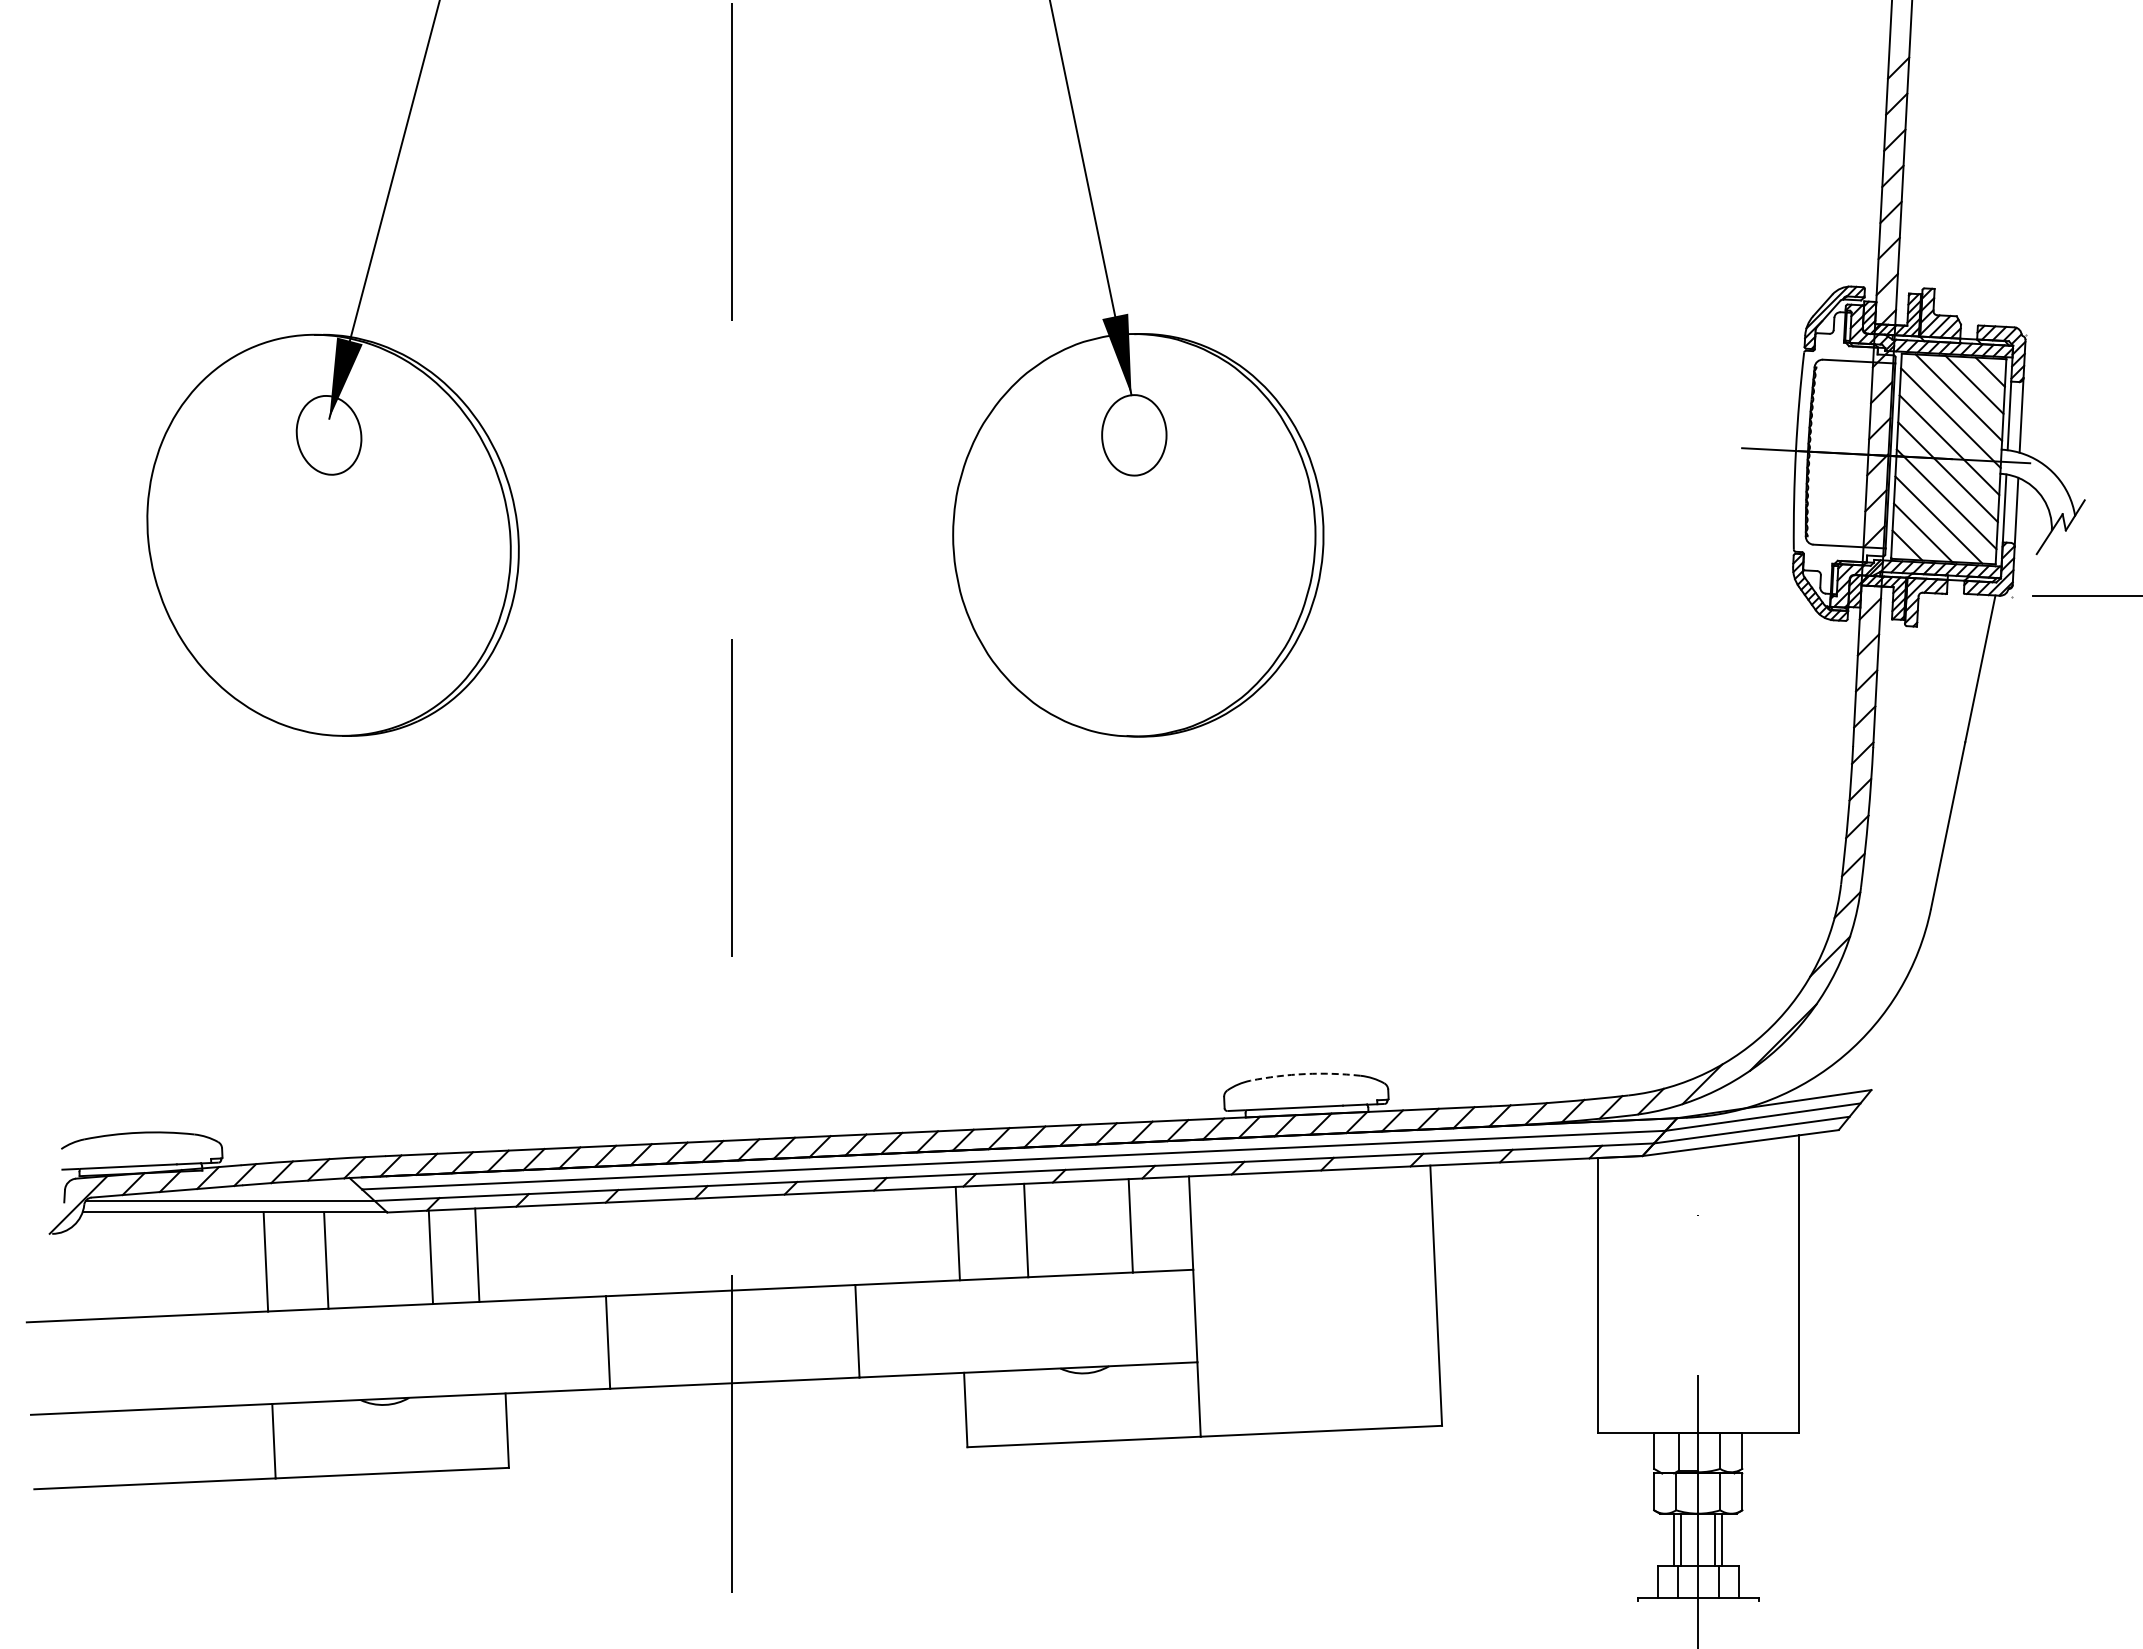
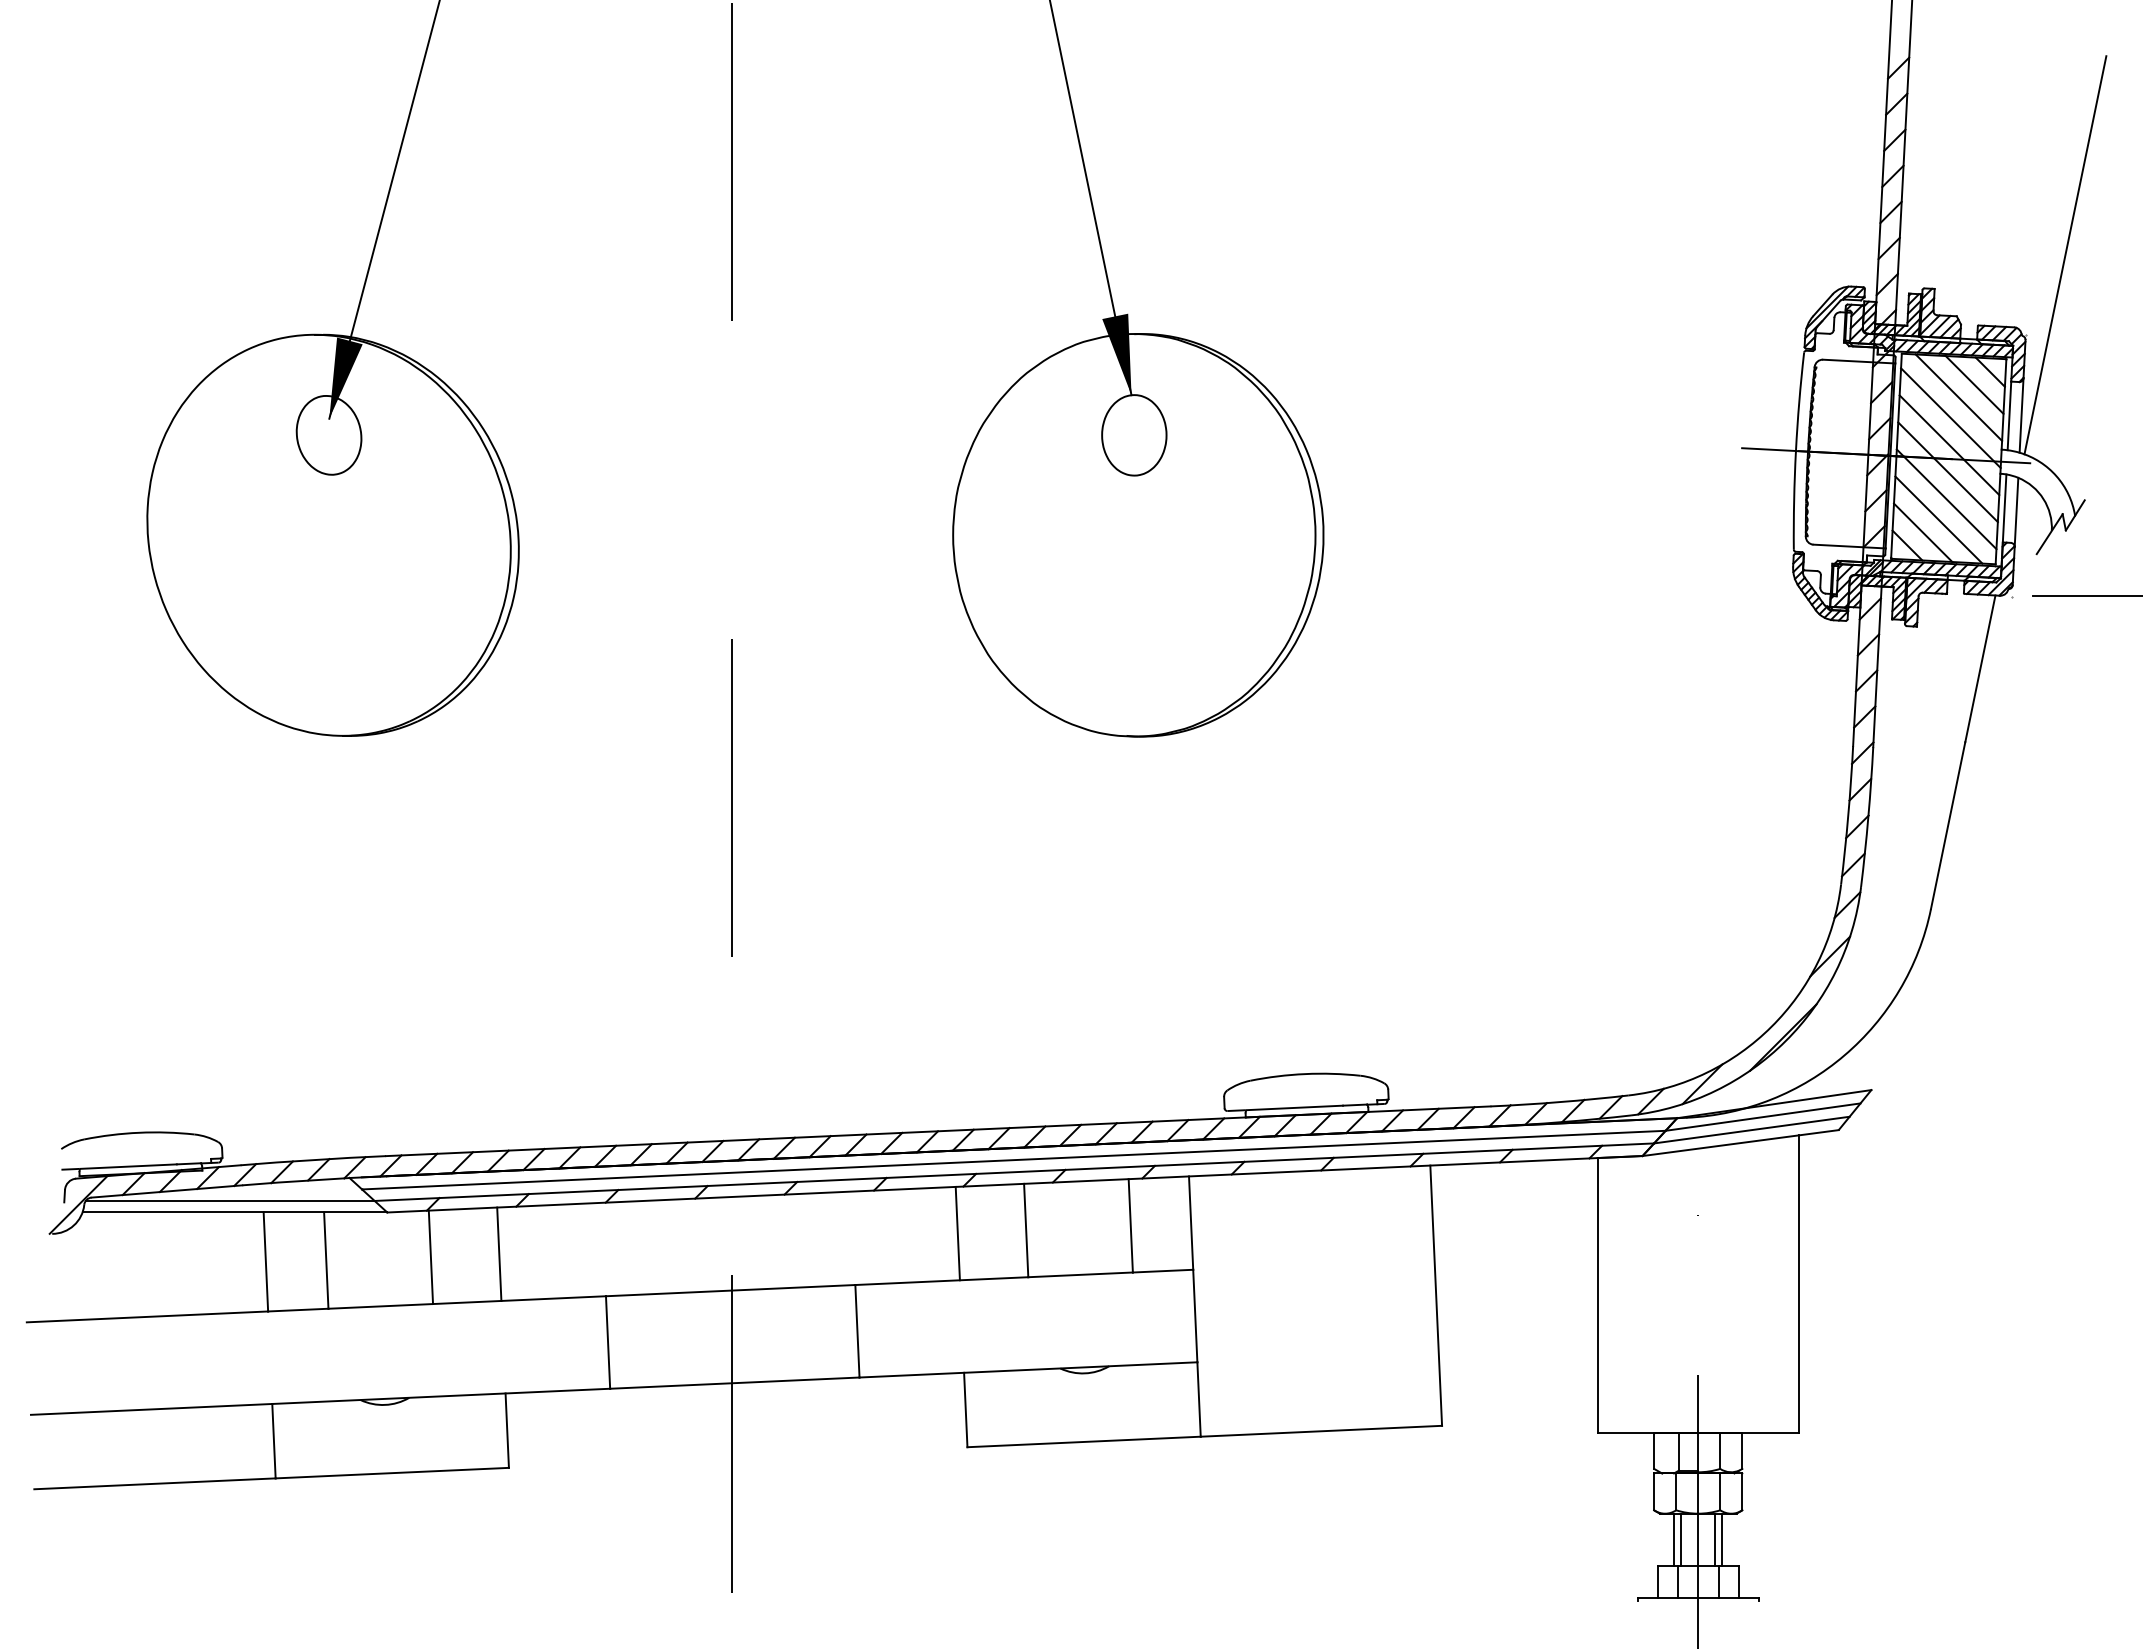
line at (2065, 255): none -> present
arc at (1305, 1074): dashed -> solid
line at (477, 1254) position: (477, 1254) -> (499, 1253)
